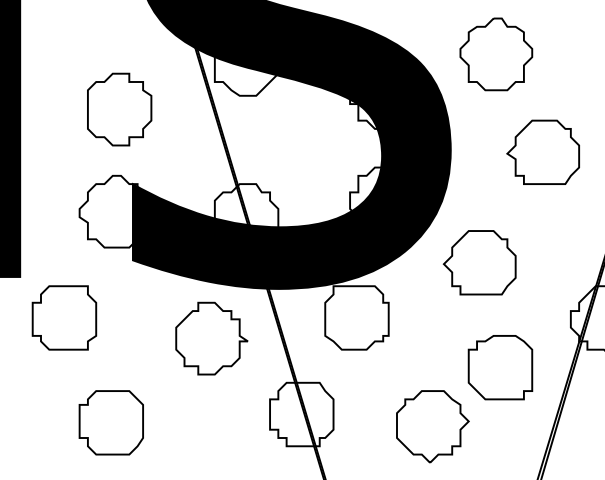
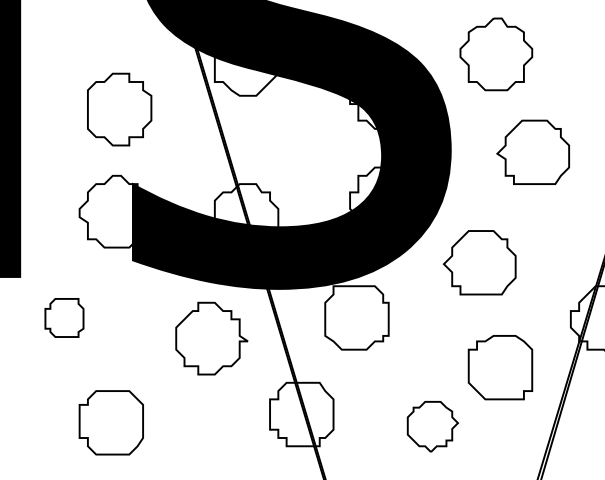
part at (542, 151) position: (542, 151) -> (532, 151)
part at (64, 317) size: 67x66 px -> 41x40 px
part at (432, 426) size: 74x74 px -> 53x52 px
